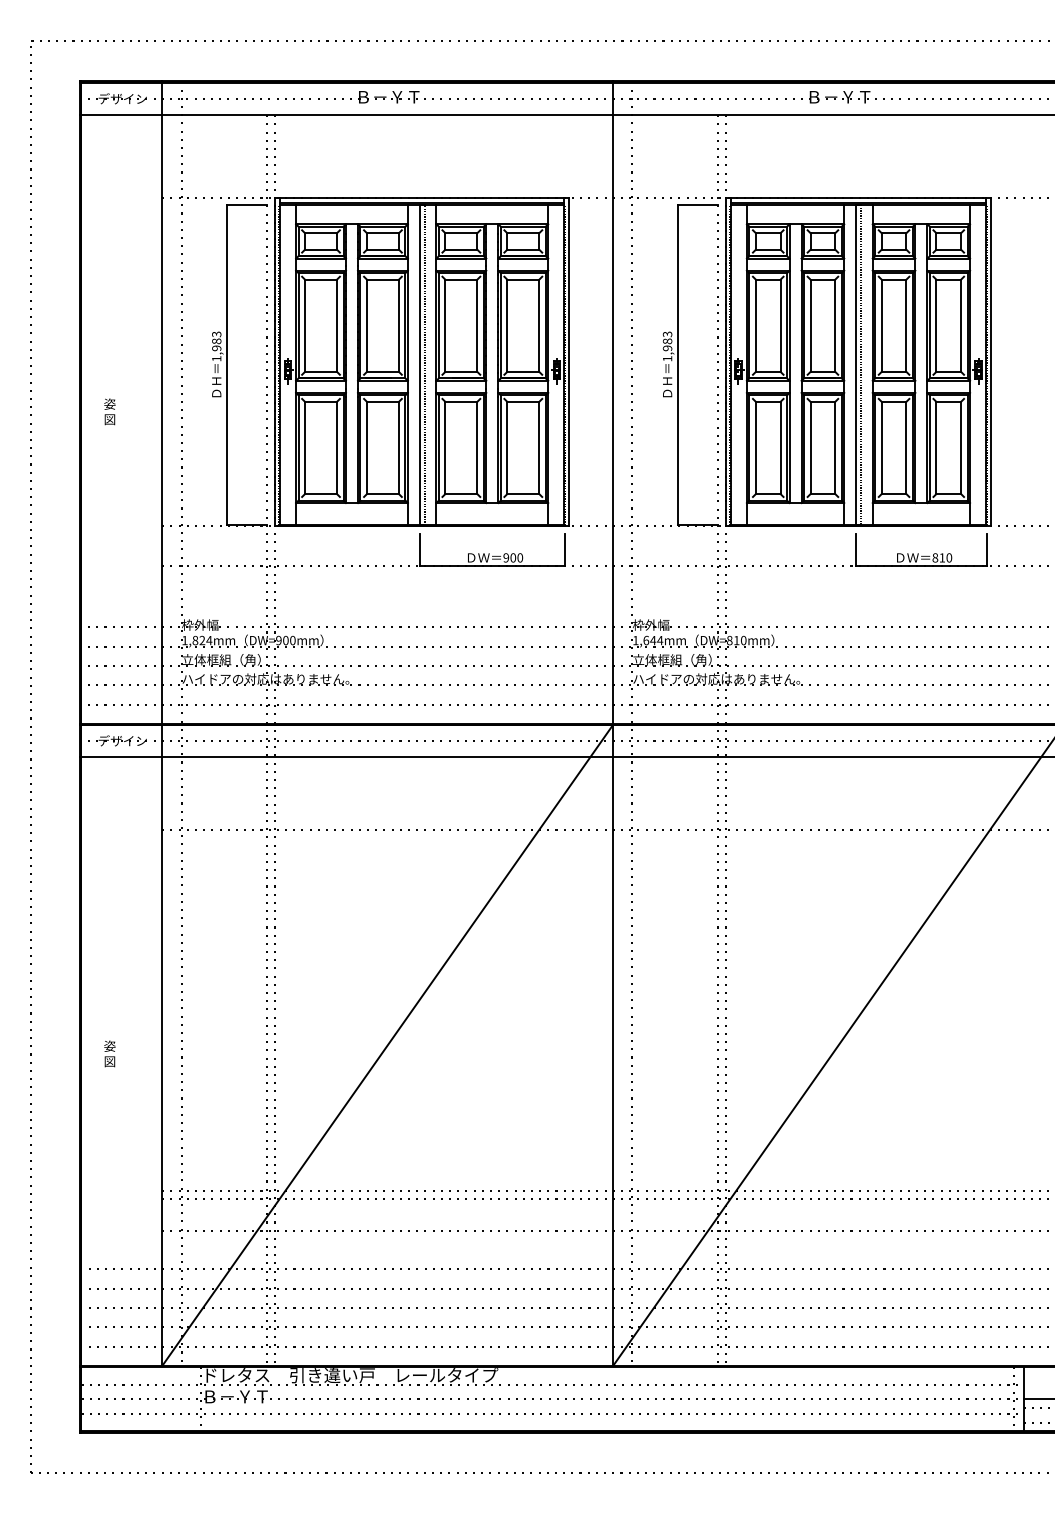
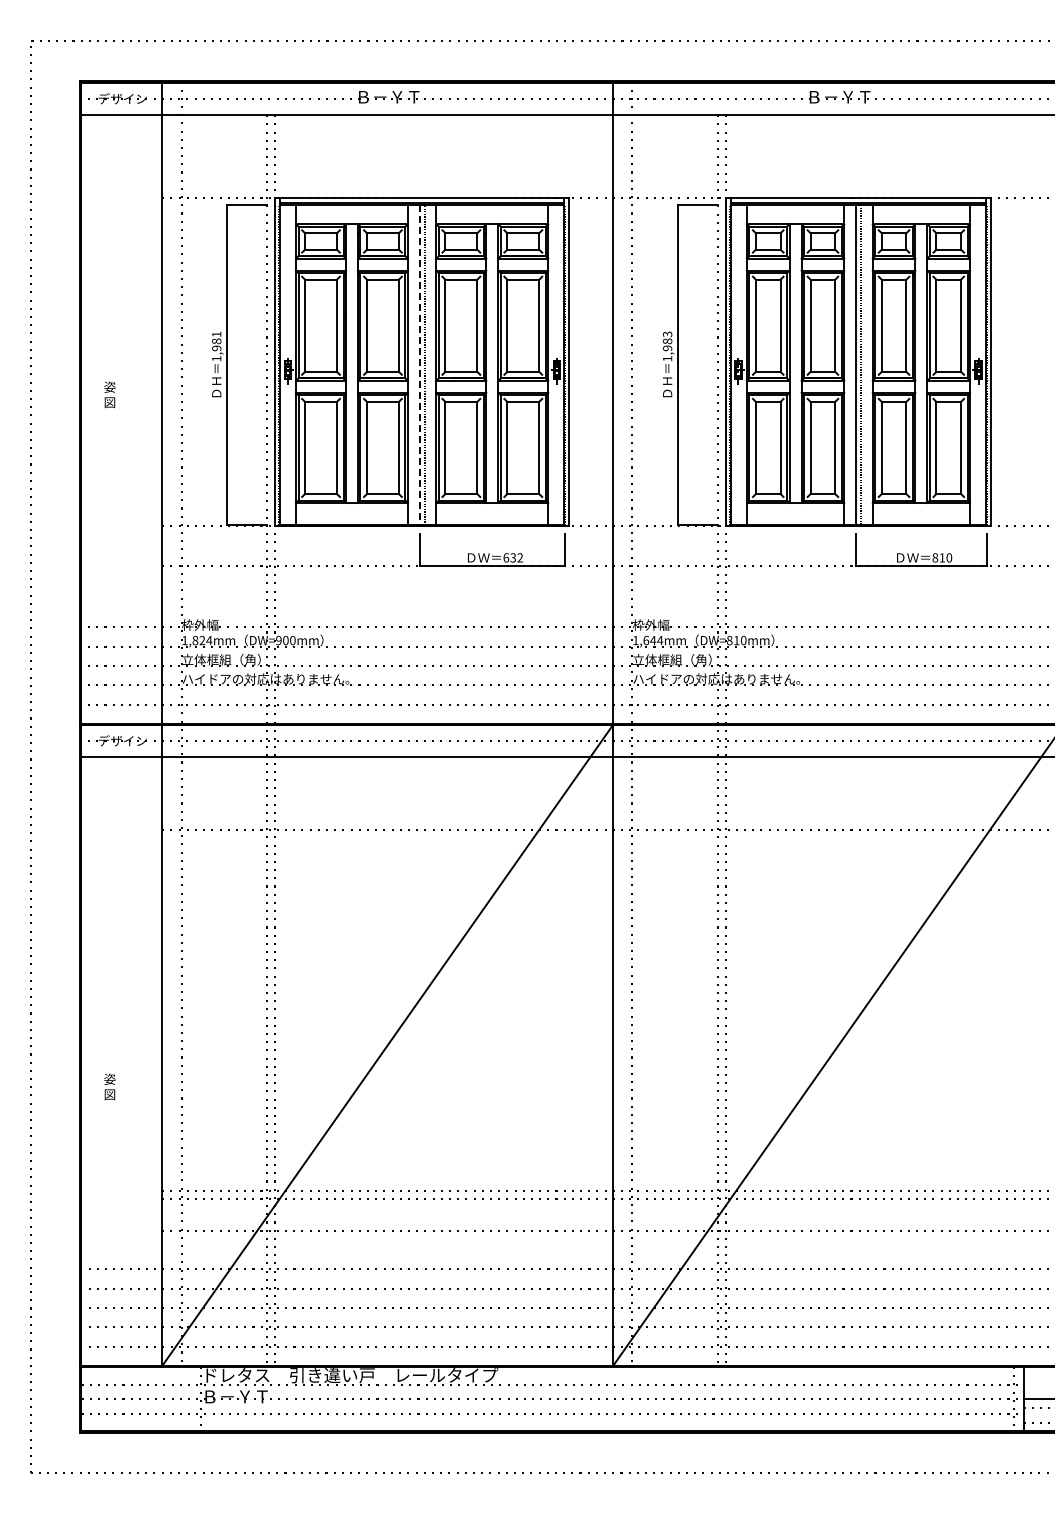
text at (216, 334): 1,983 -> 1,981
line at (419, 364): solid -> dashed
text at (109, 411) position: (109, 411) -> (109, 394)
text at (513, 557): 900 -> 632
text at (109, 1053) position: (109, 1053) -> (109, 1086)
